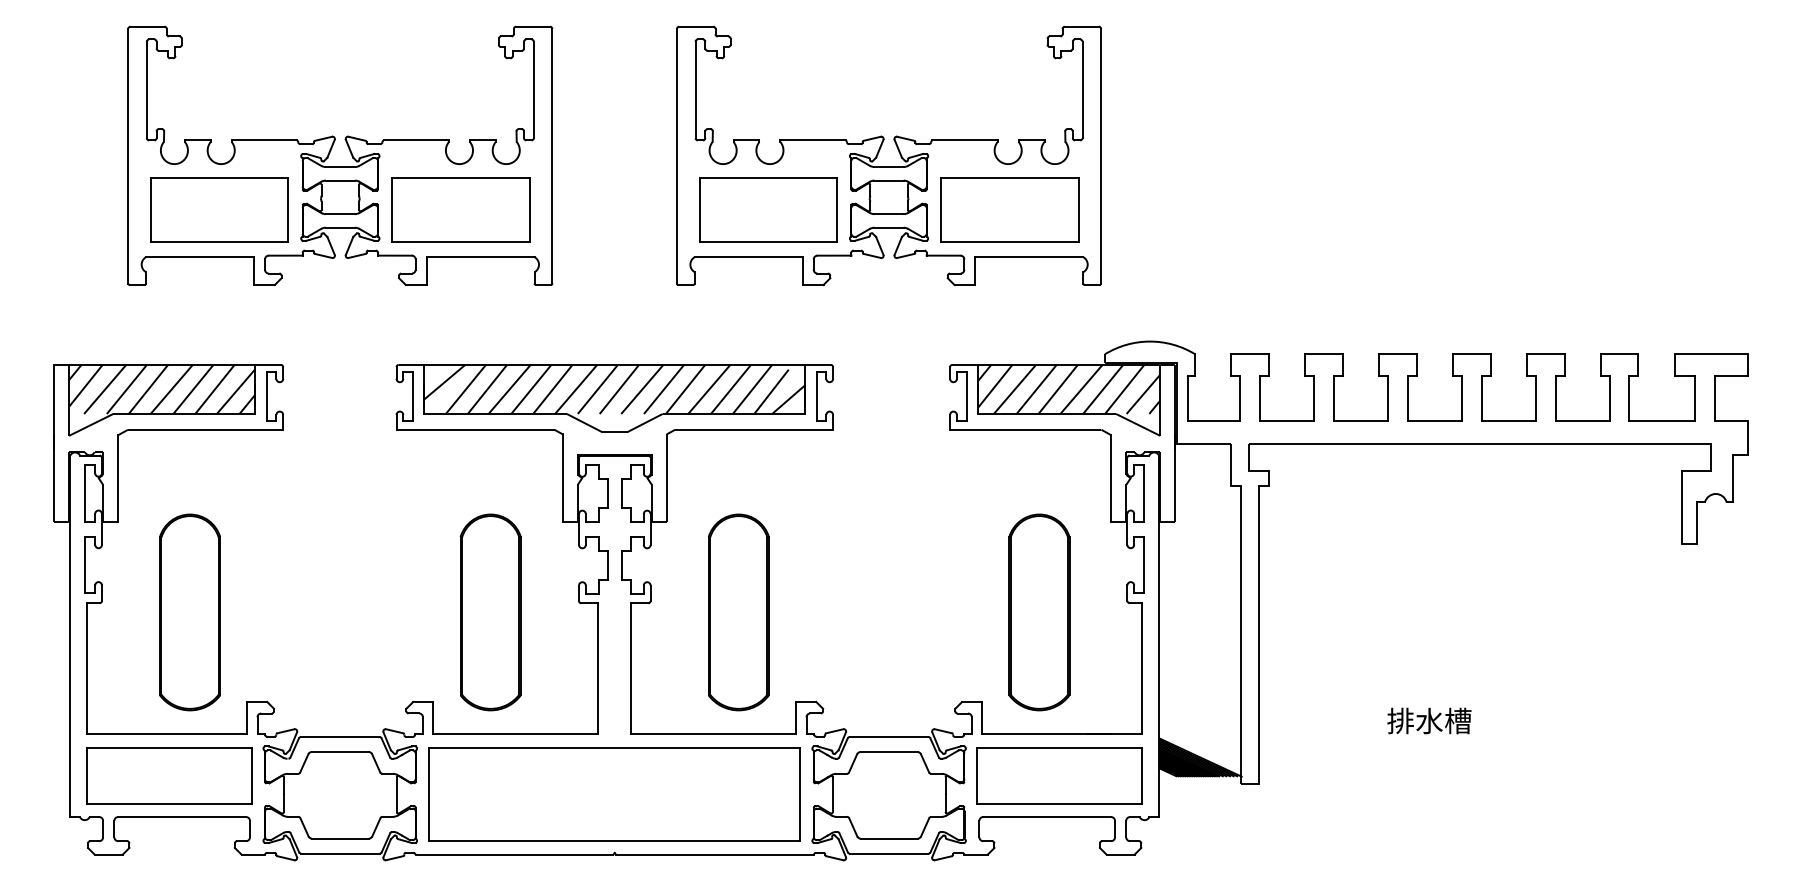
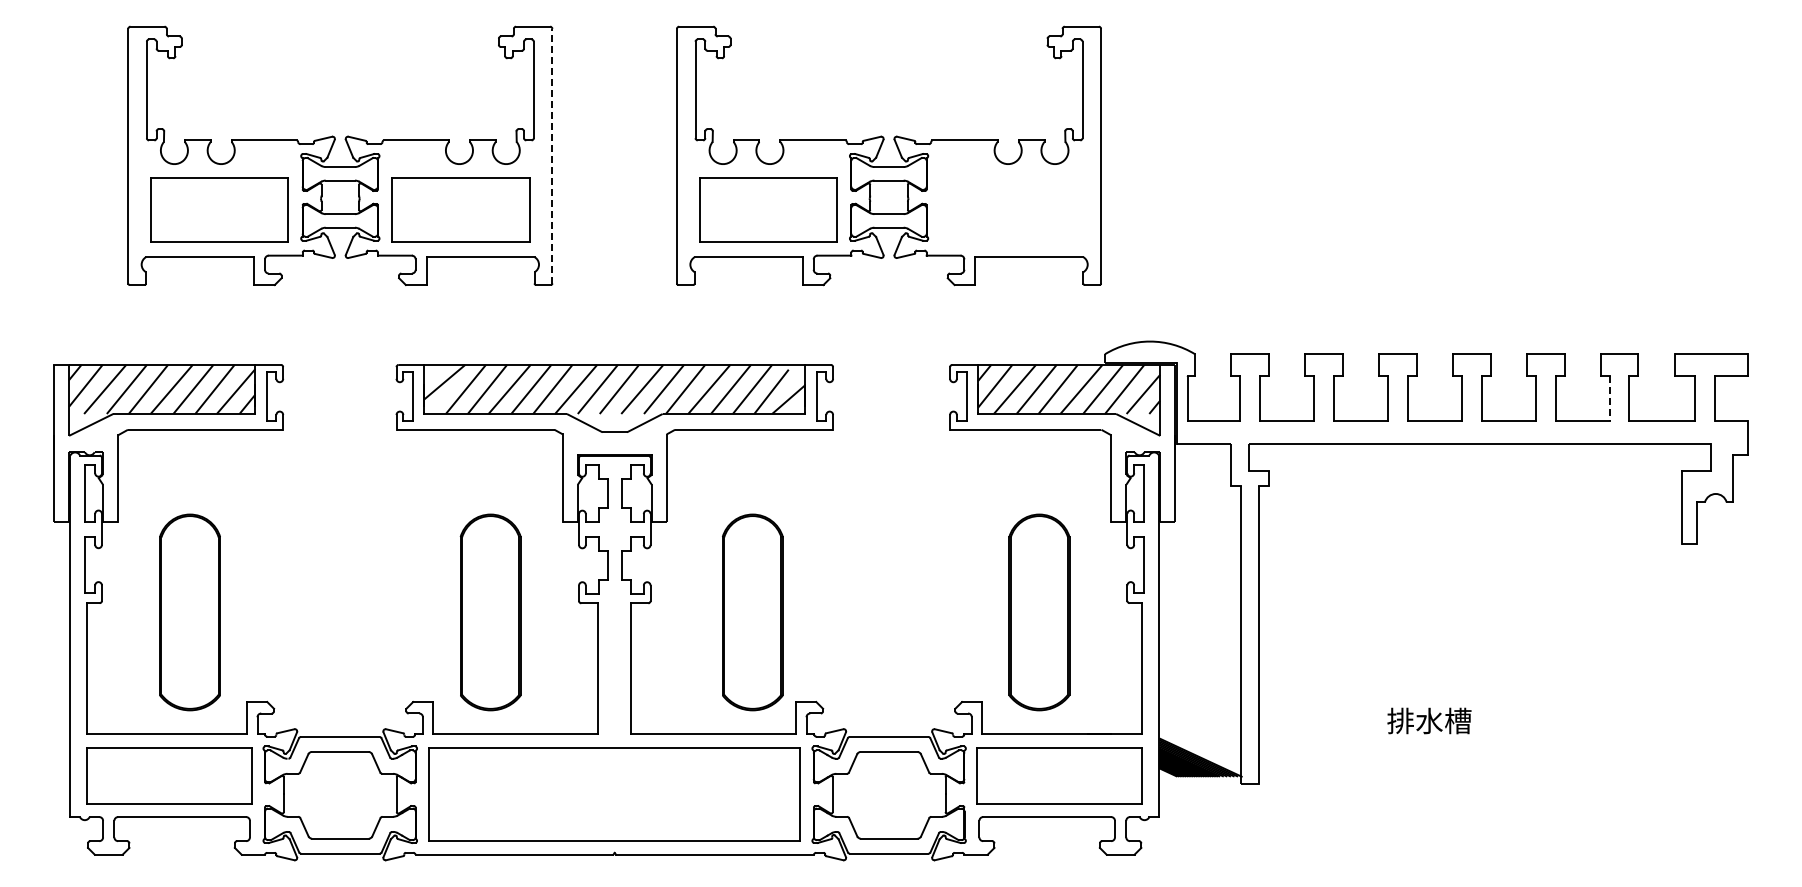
line at (552, 155): solid -> dashed
part at (1009, 209): present -> none
line at (1609, 399): solid -> dashed
part at (738, 612) position: (738, 612) -> (752, 612)
